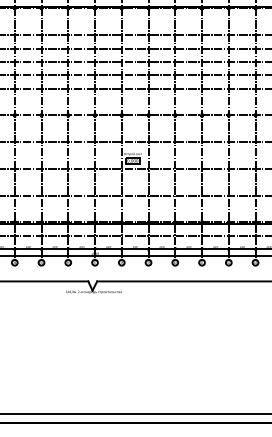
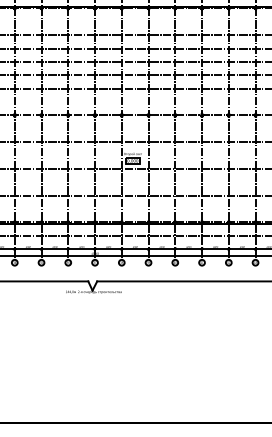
line at (135, 413): present -> none
